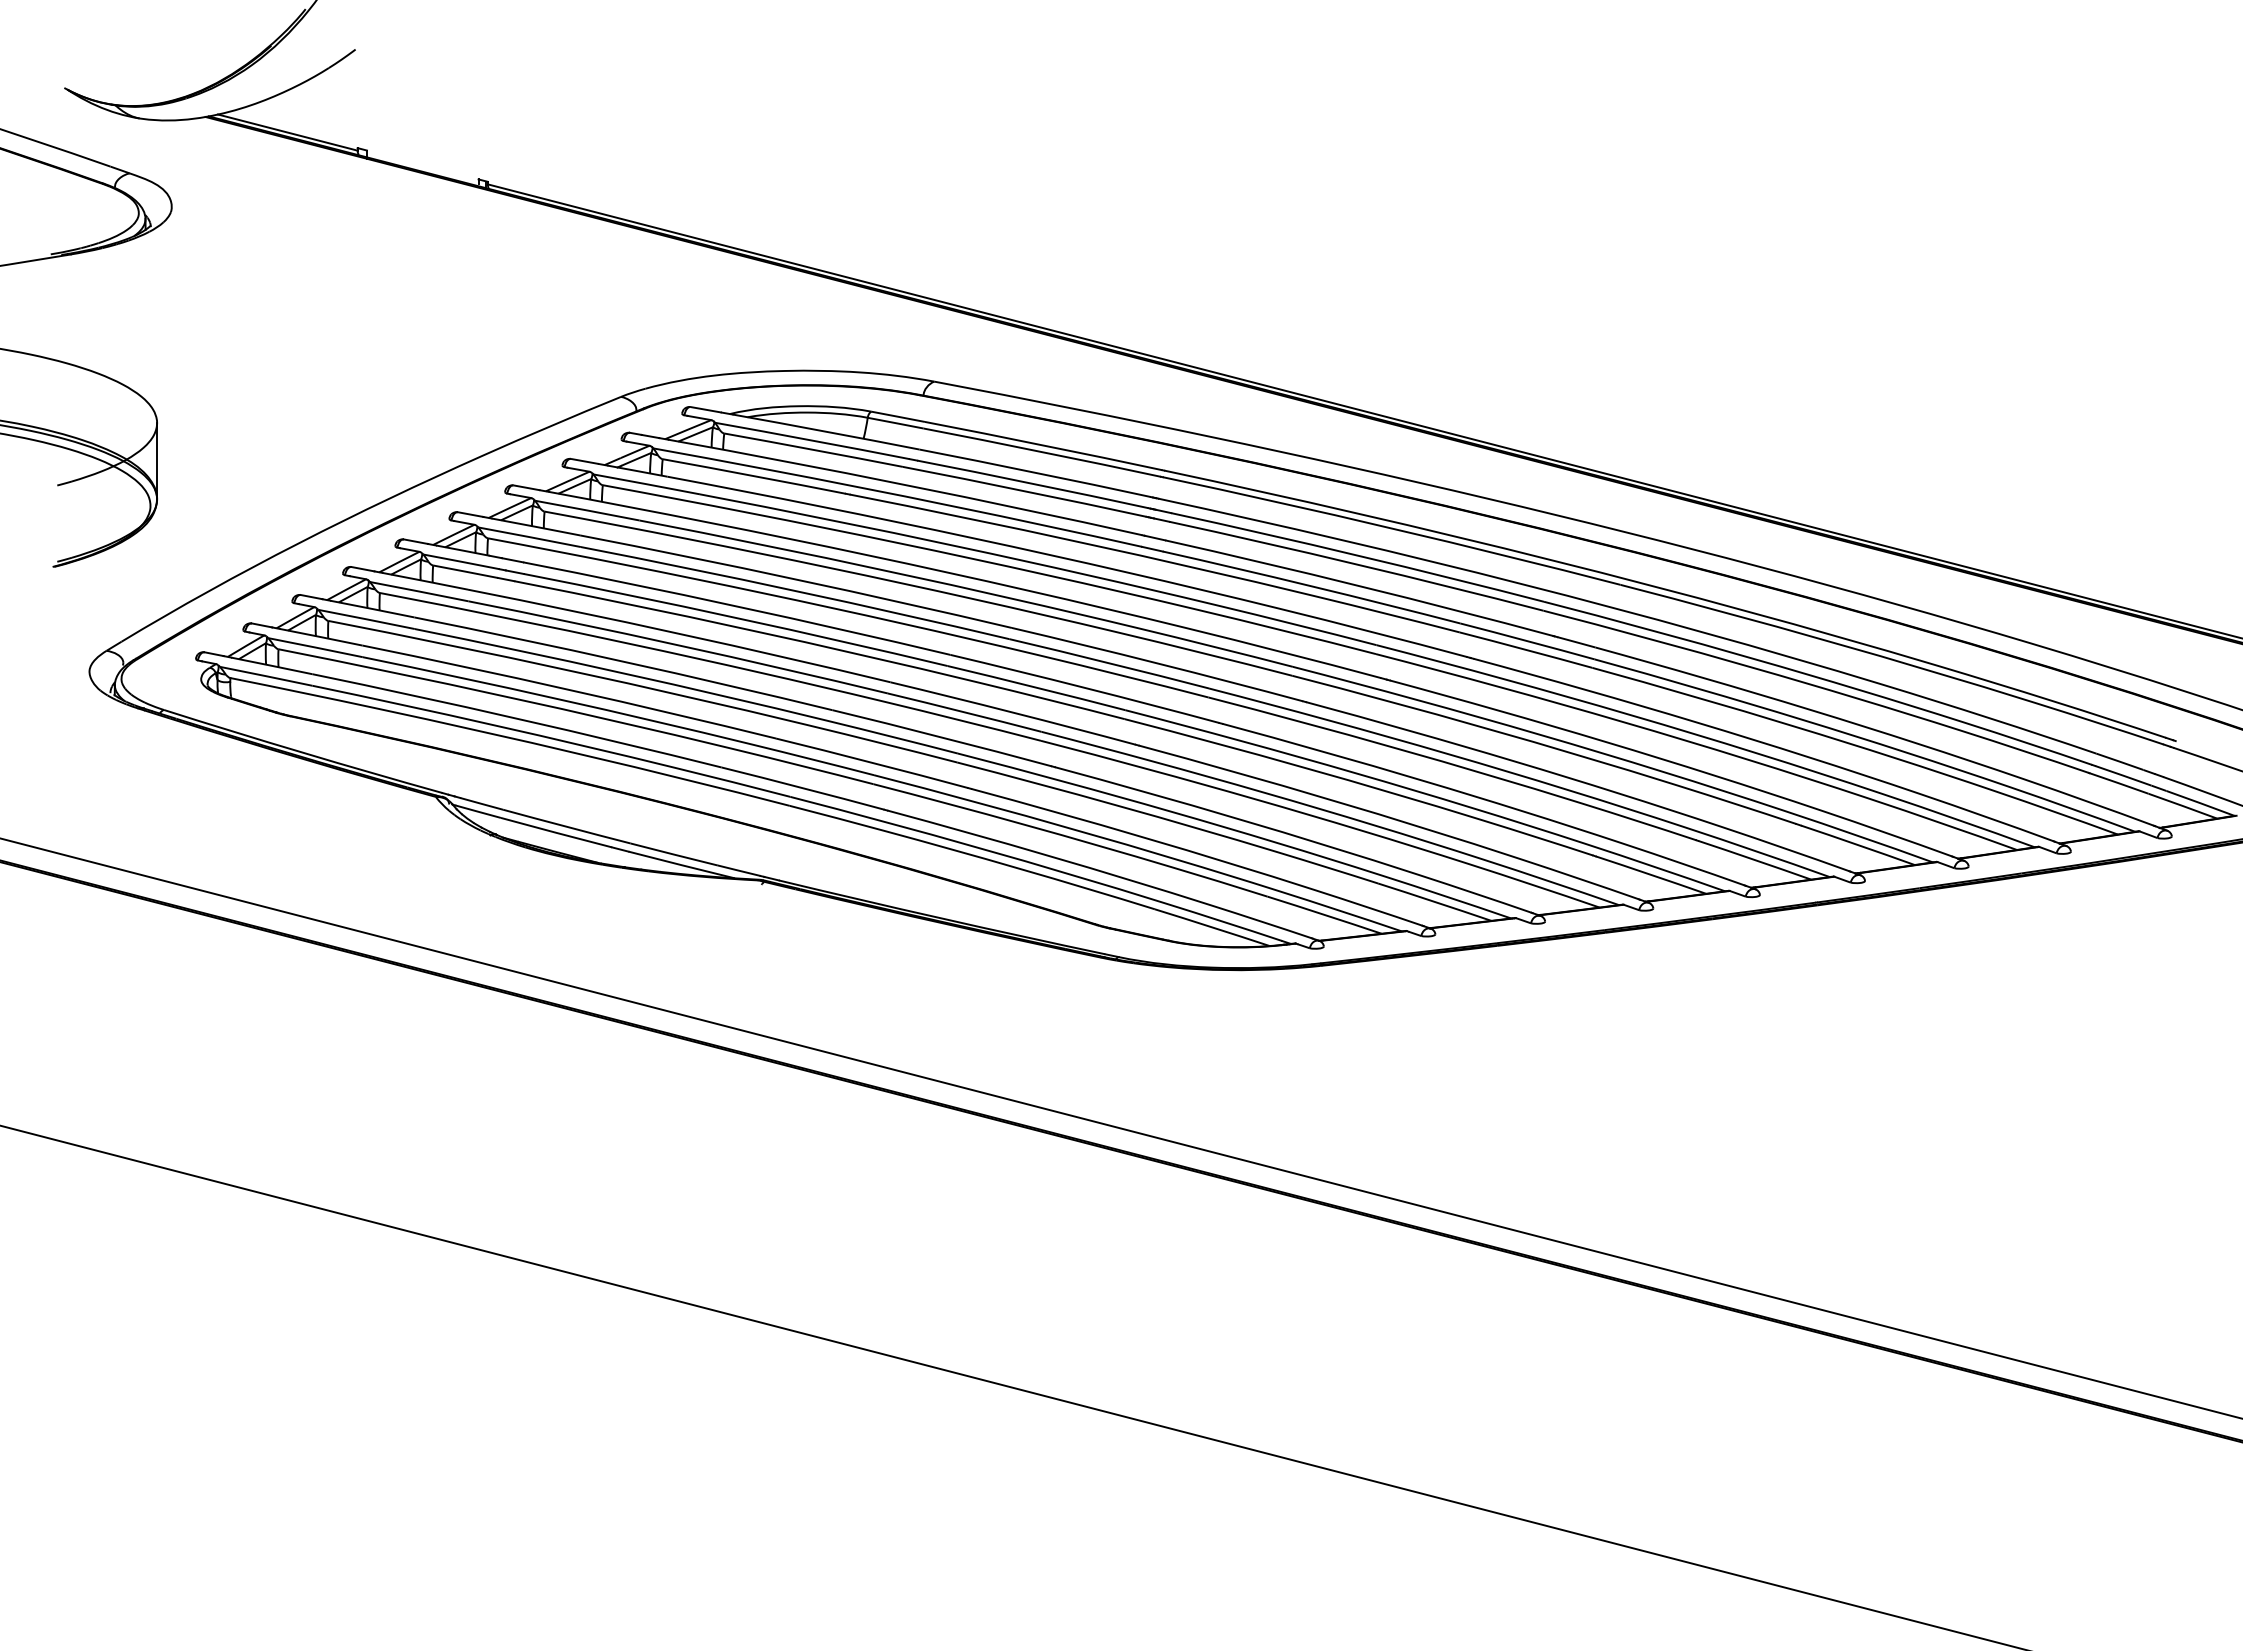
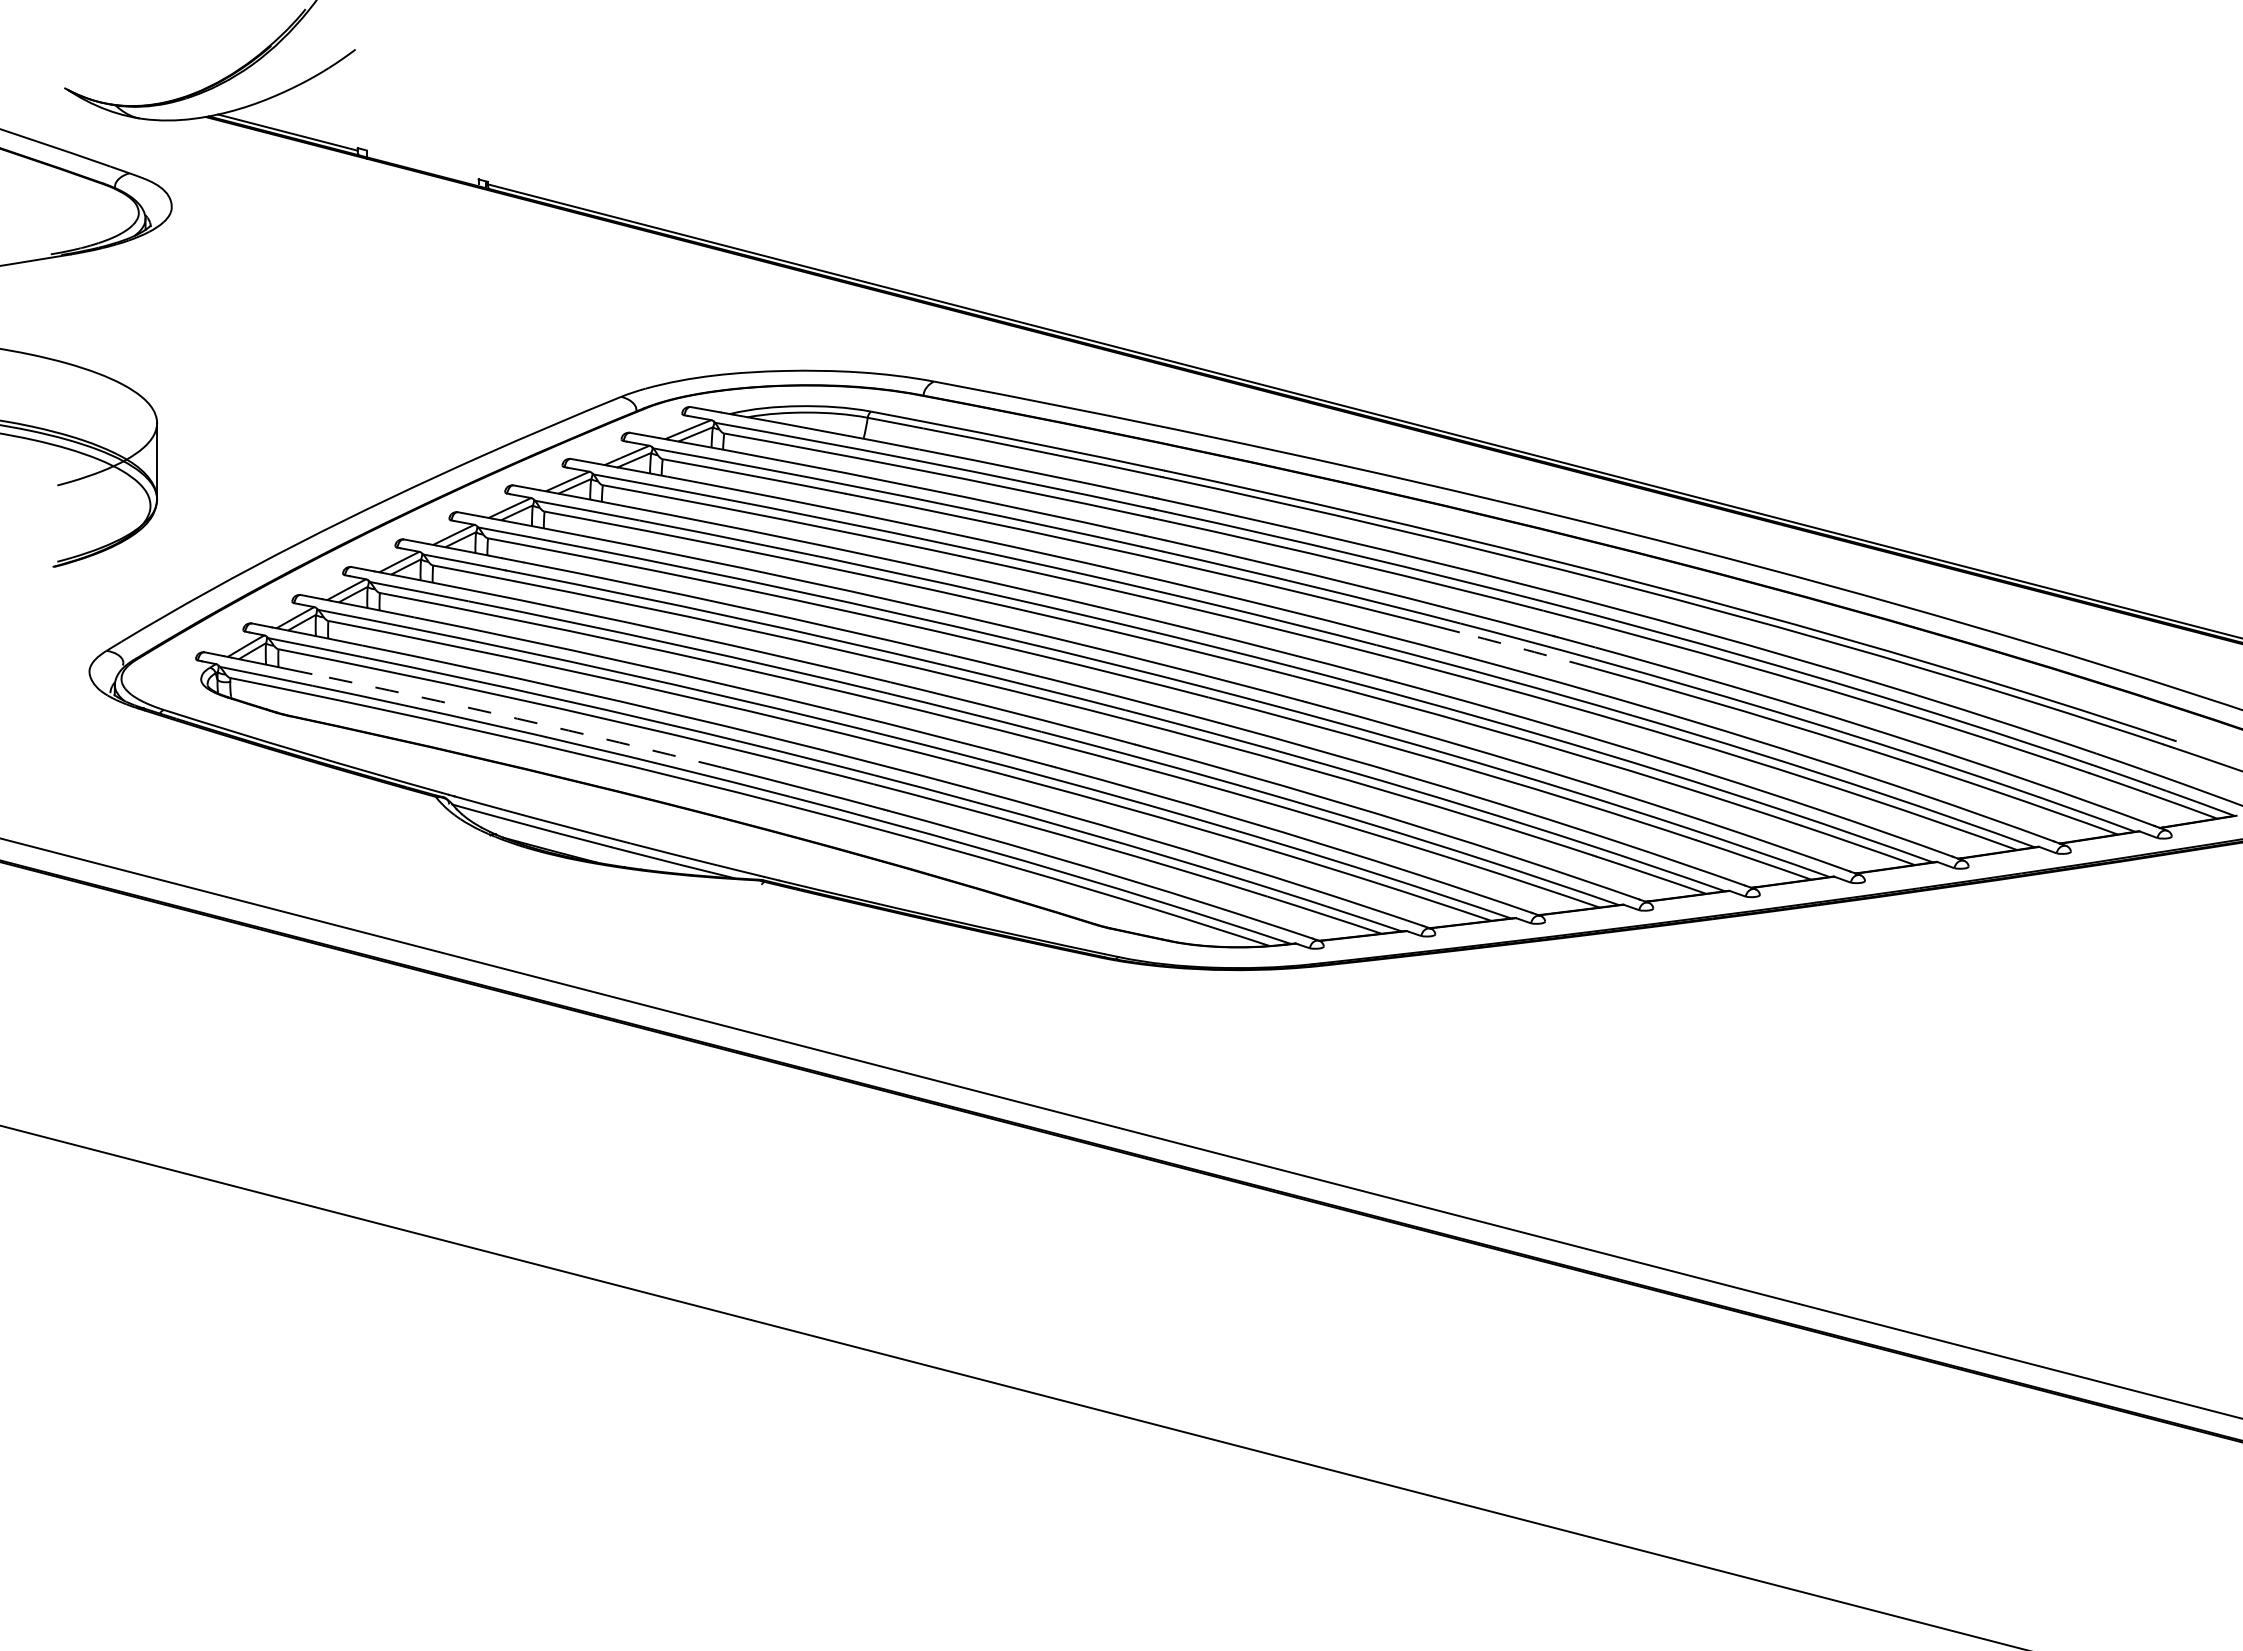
arc at (1526, 649): solid -> dashed
arc at (517, 718): solid -> dashed
